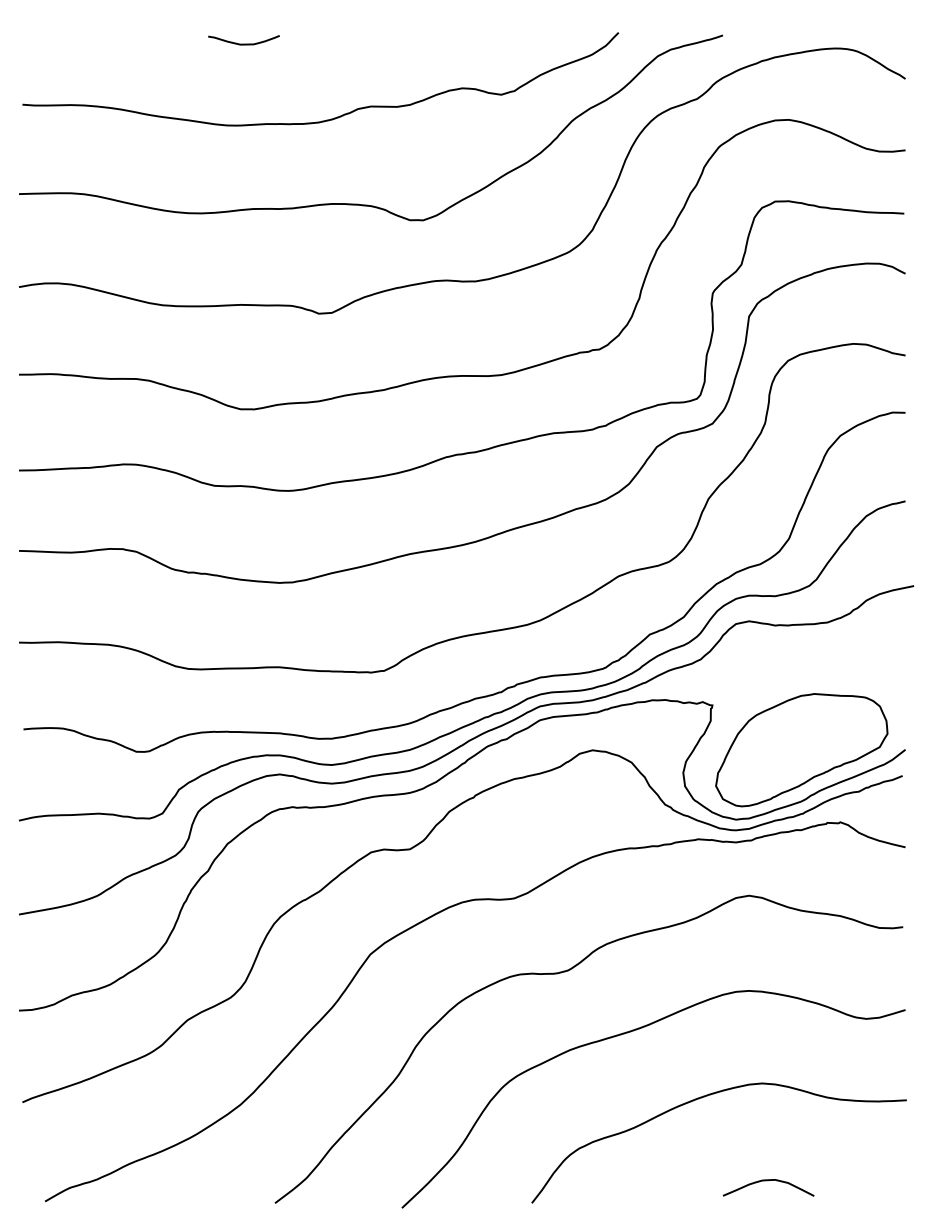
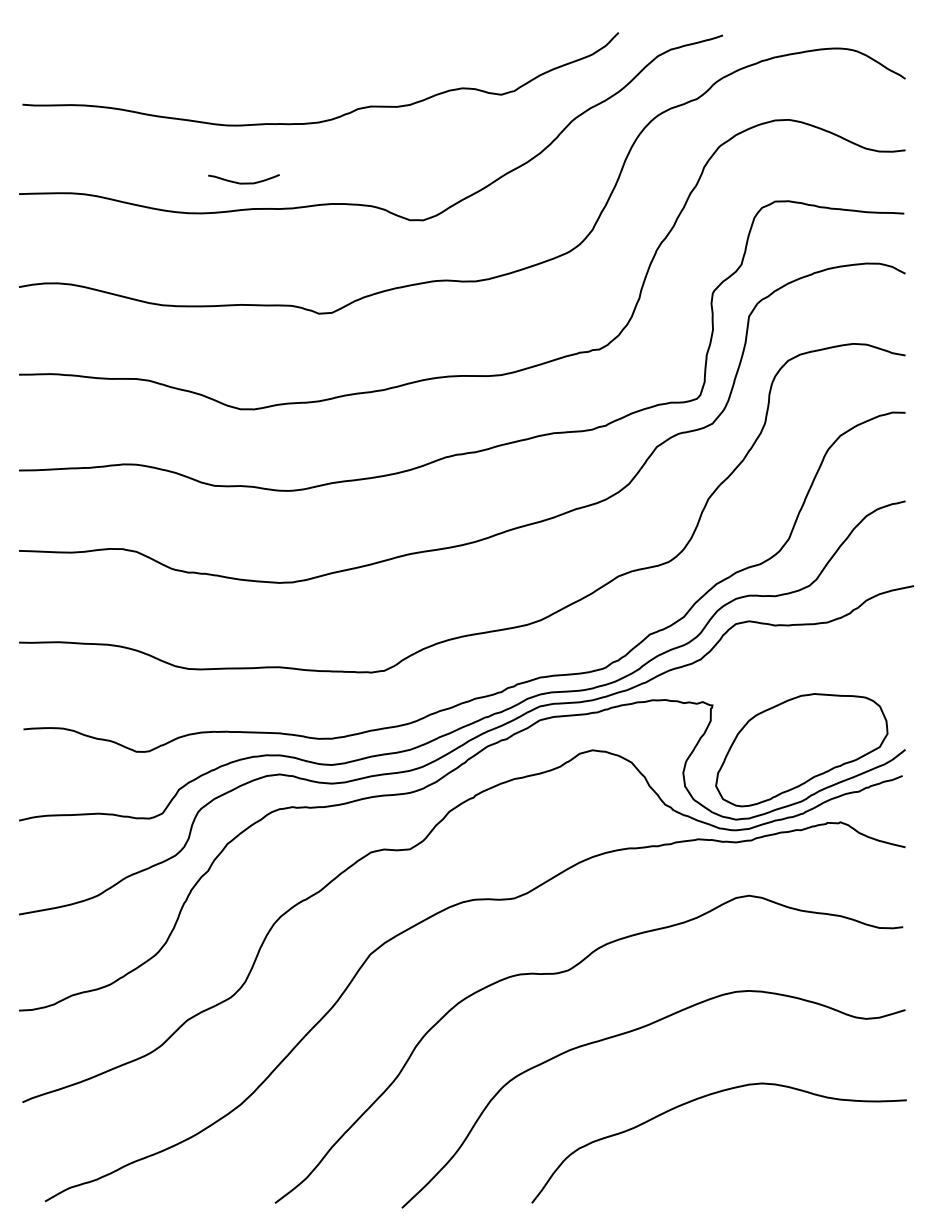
curve at (243, 43) position: (243, 43) -> (243, 182)
curve at (768, 1181): present -> none
